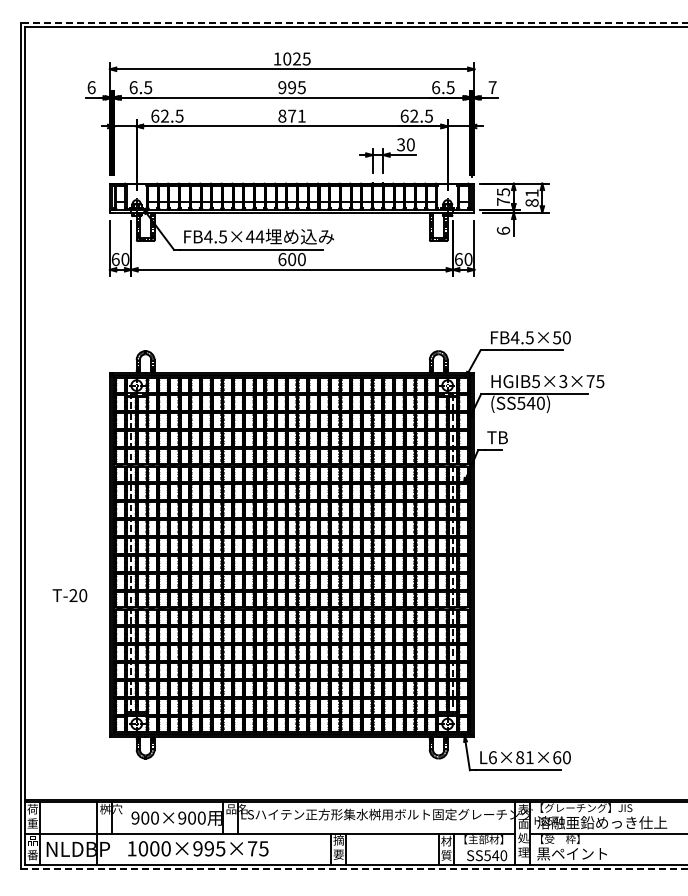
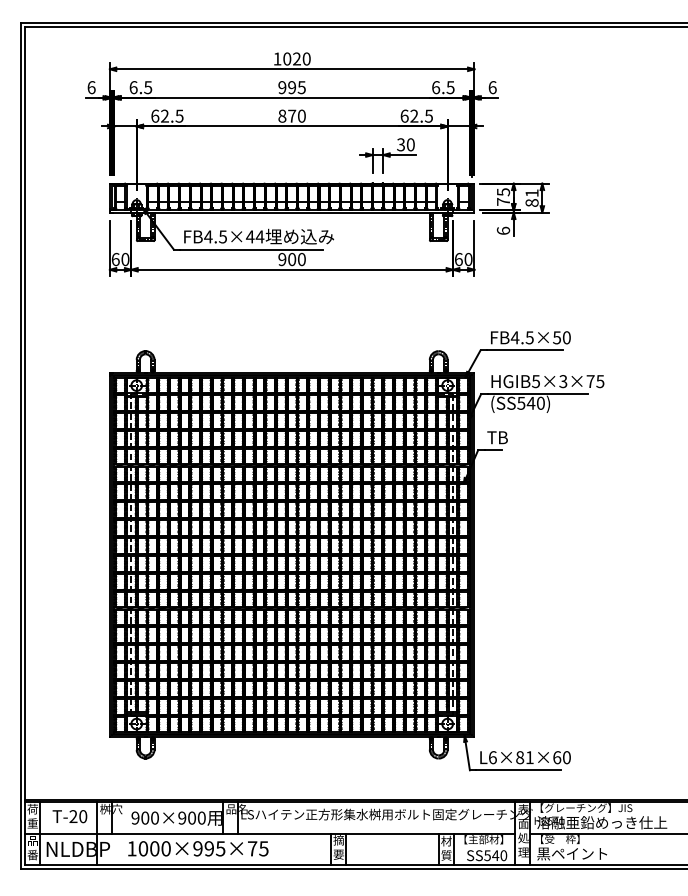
line at (353, 22): dashed -> solid
text at (306, 58): 1025 -> 1020
text at (492, 87): 7 -> 6
text at (301, 115): 871 -> 870
text at (282, 259): 600 -> 900
text at (69, 595) position: (69, 595) -> (69, 816)
line at (354, 869): dashed -> solid
